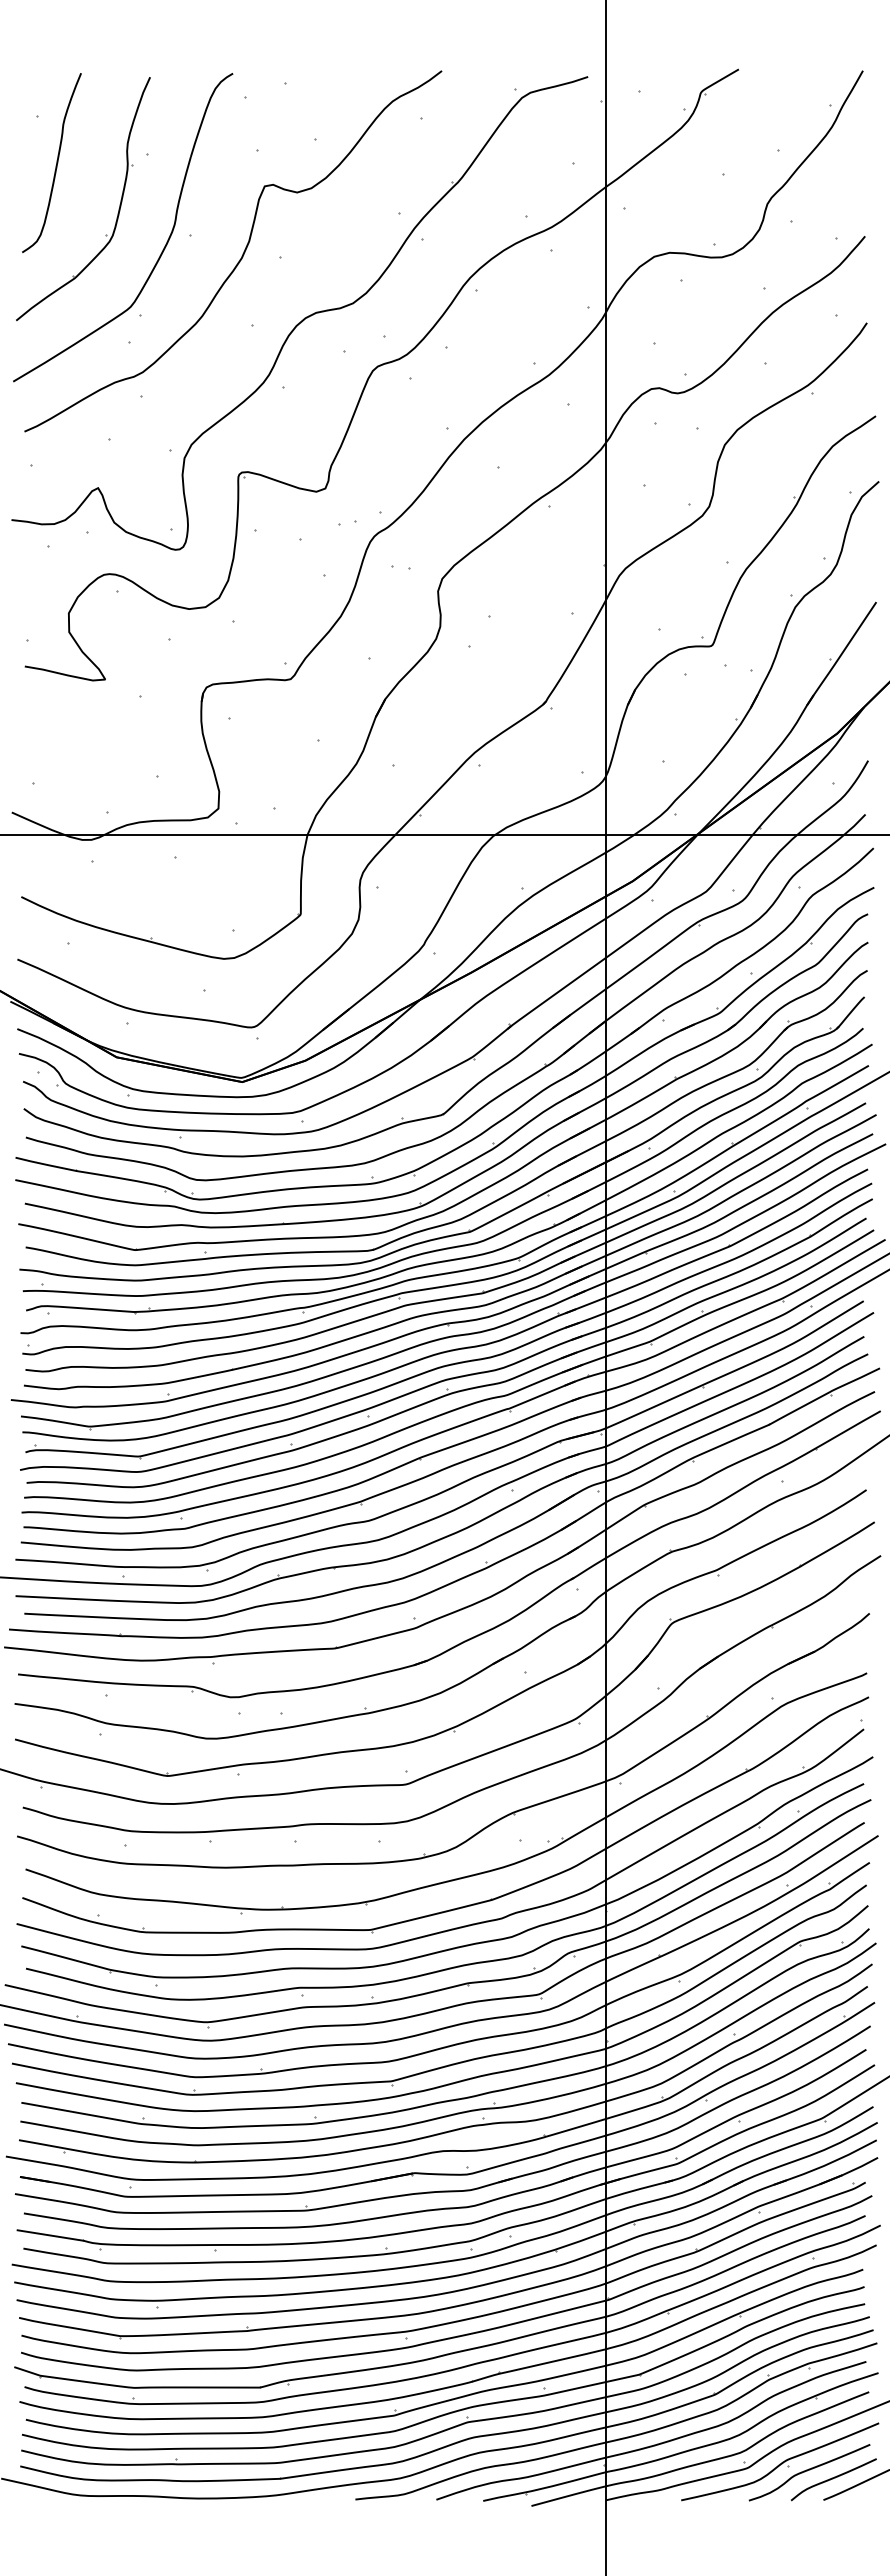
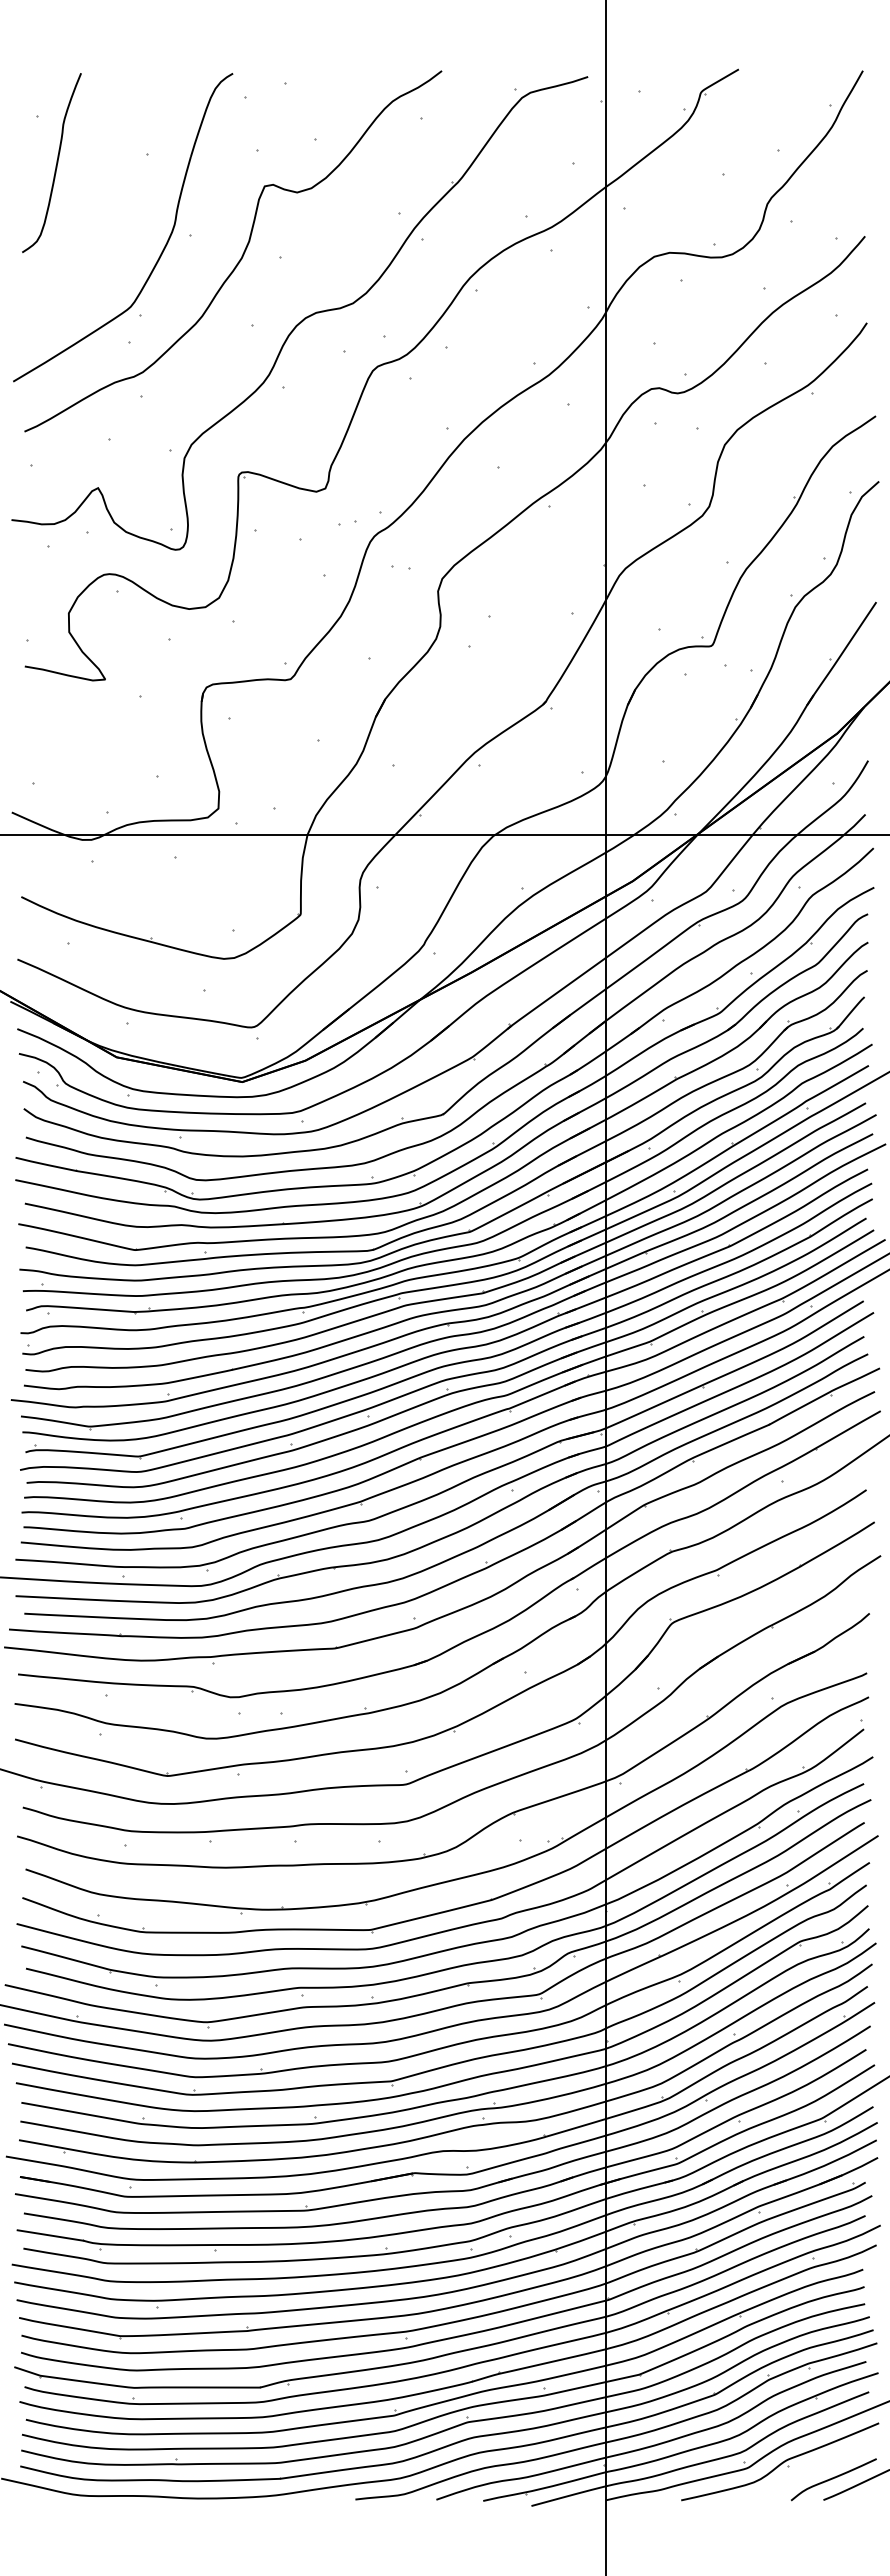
part at (118, 208): present -> none
curve at (809, 2470): present -> none
